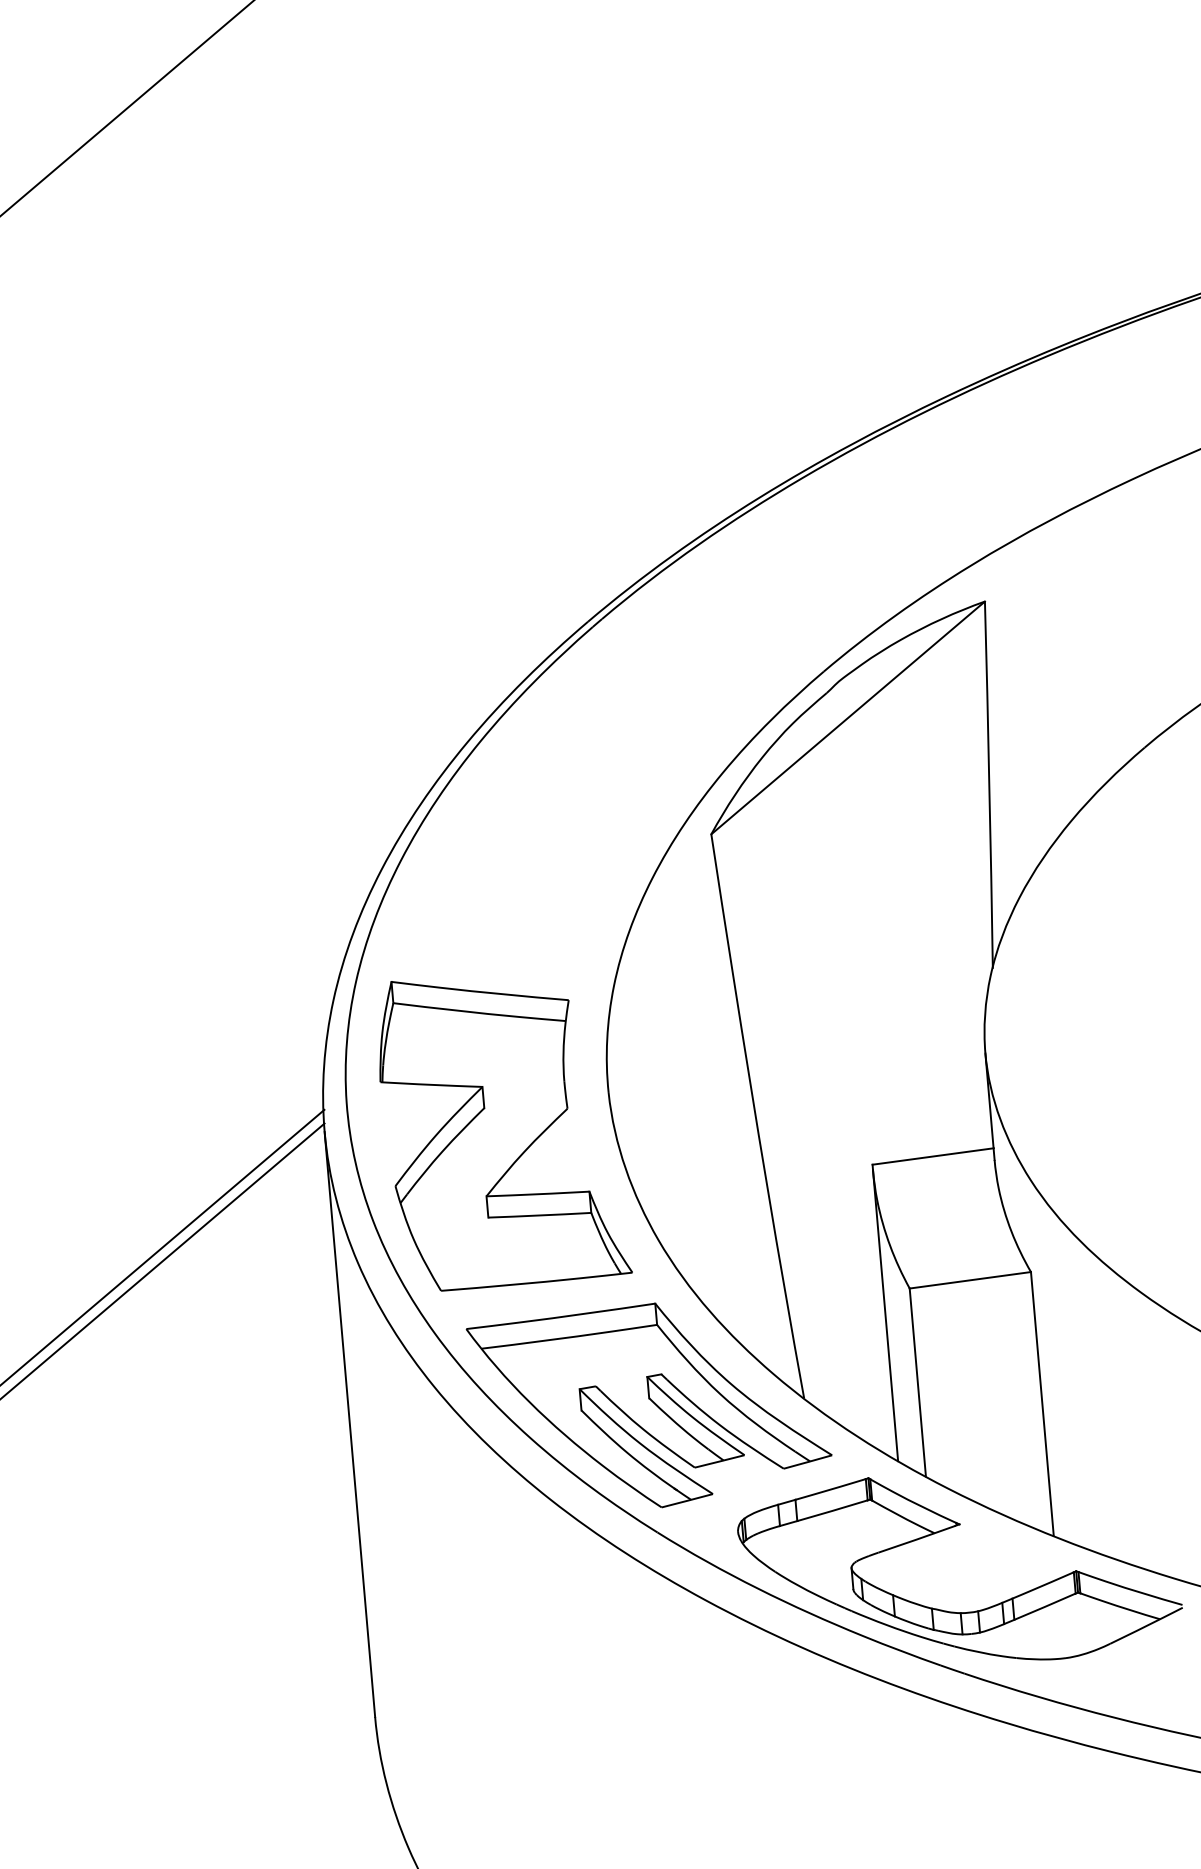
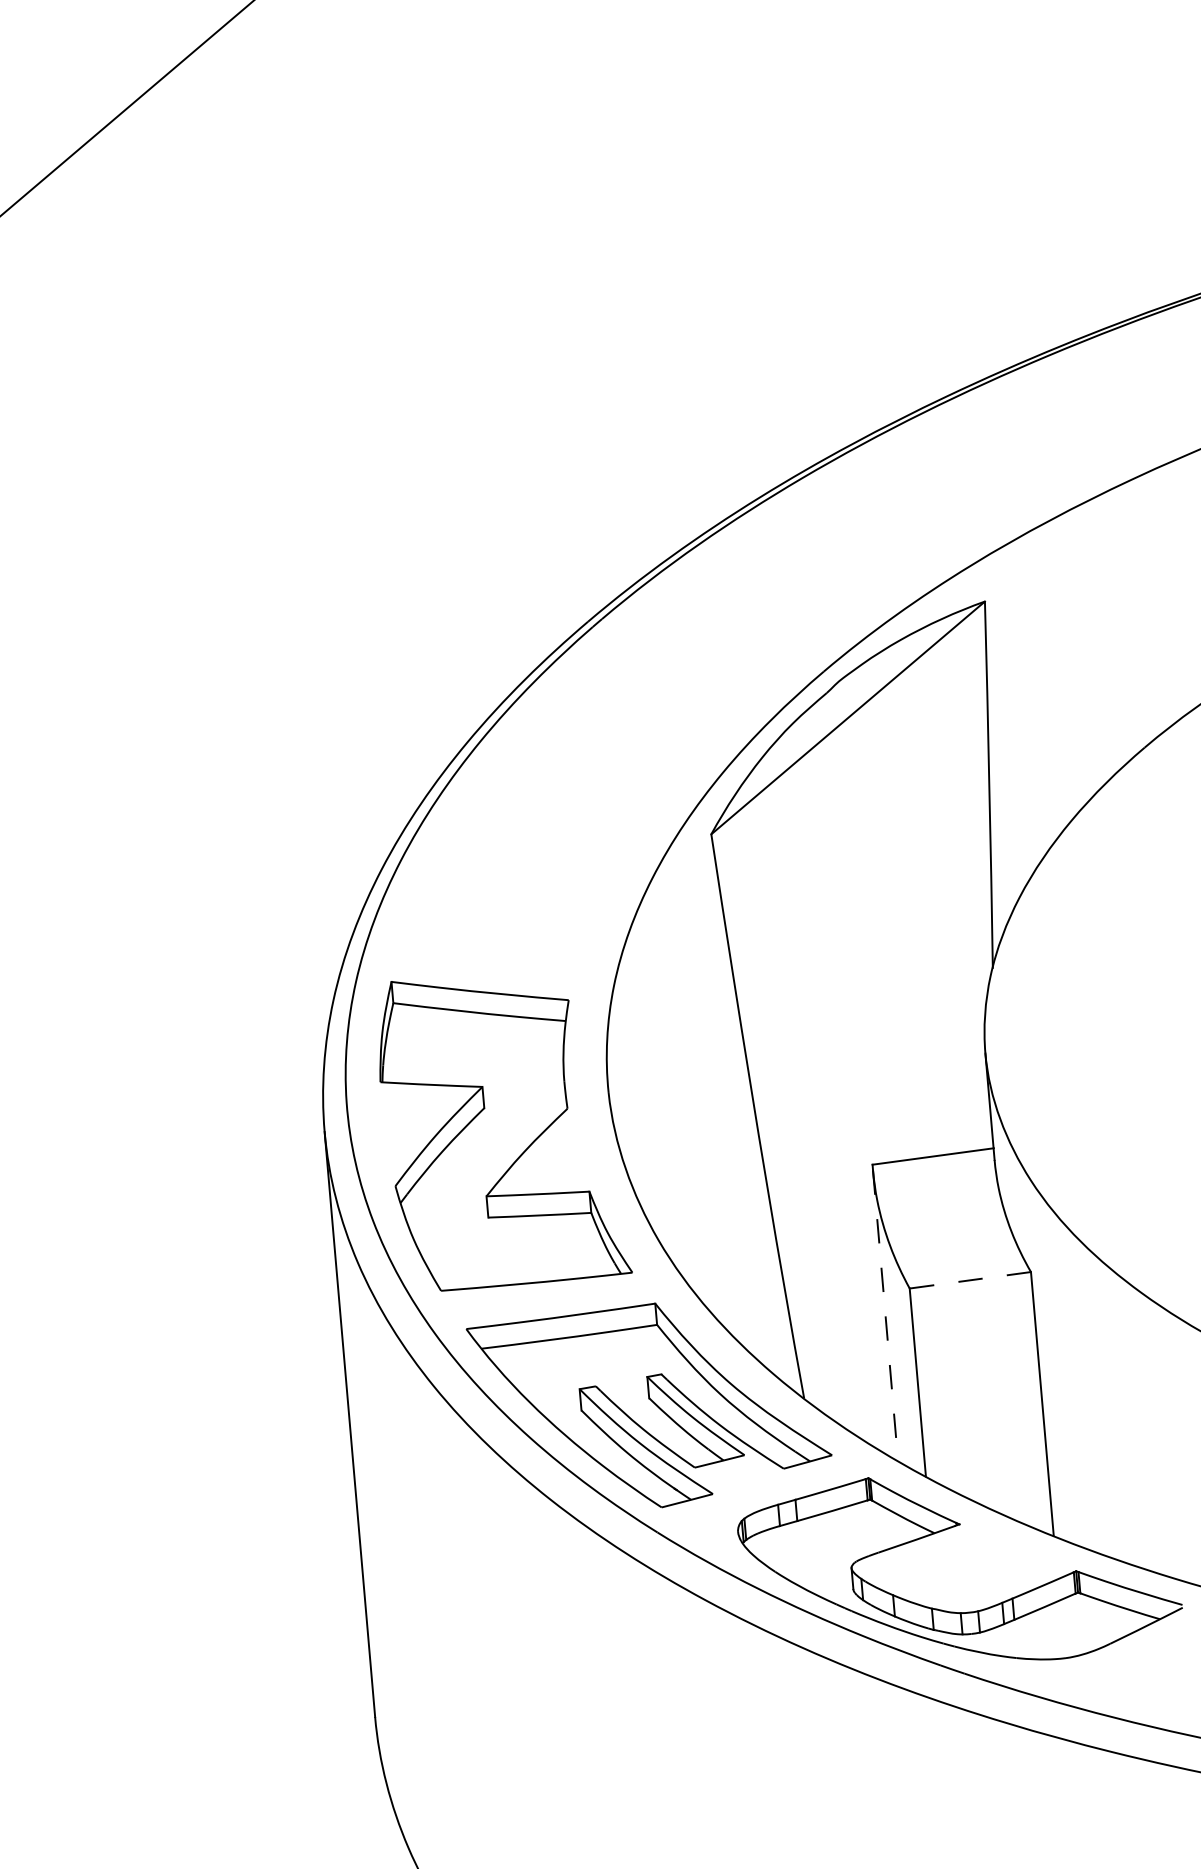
line at (163, 1246): present -> none
line at (163, 1260): present -> none
line at (969, 1280): solid -> dashed
line at (885, 1315): solid -> dashed
